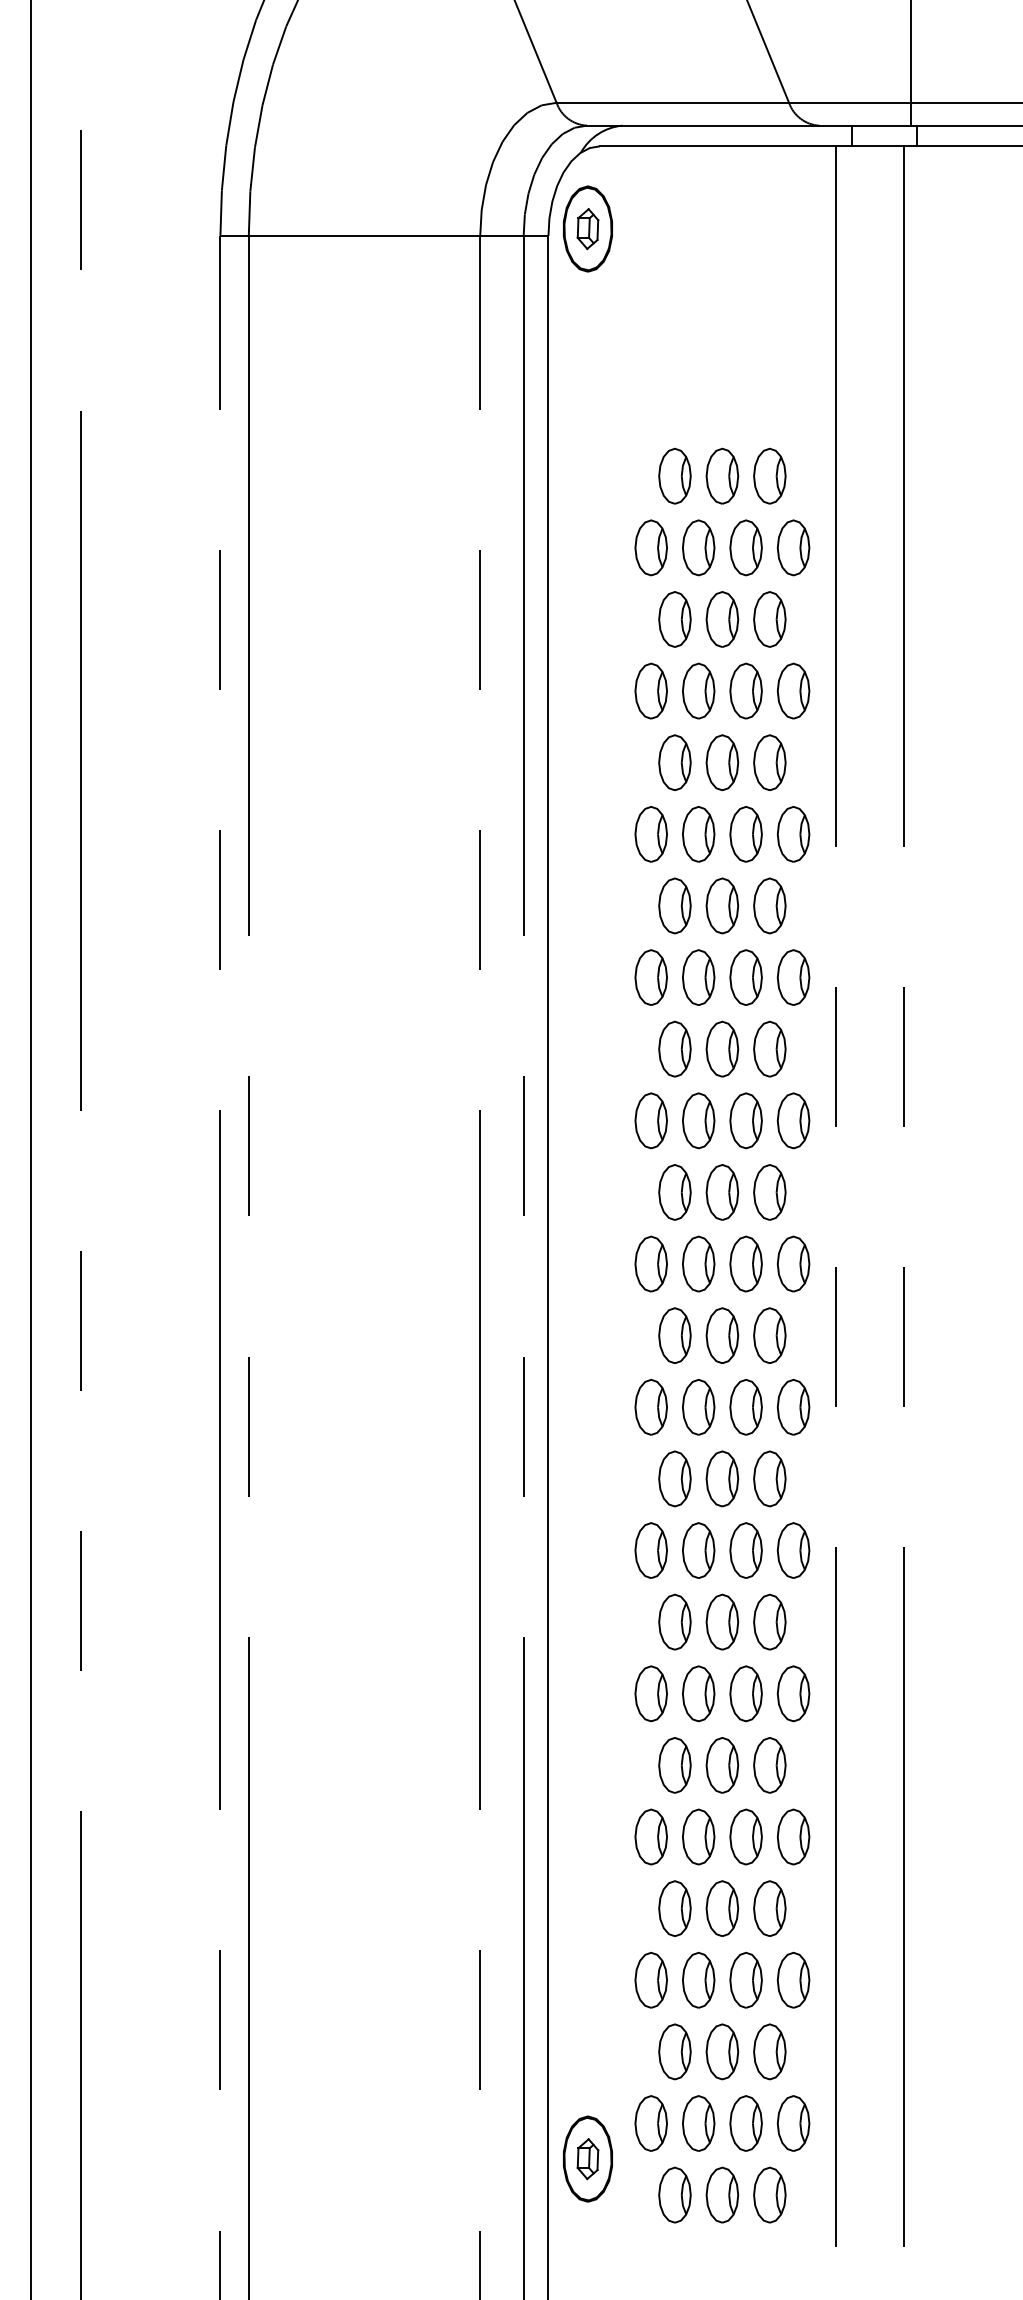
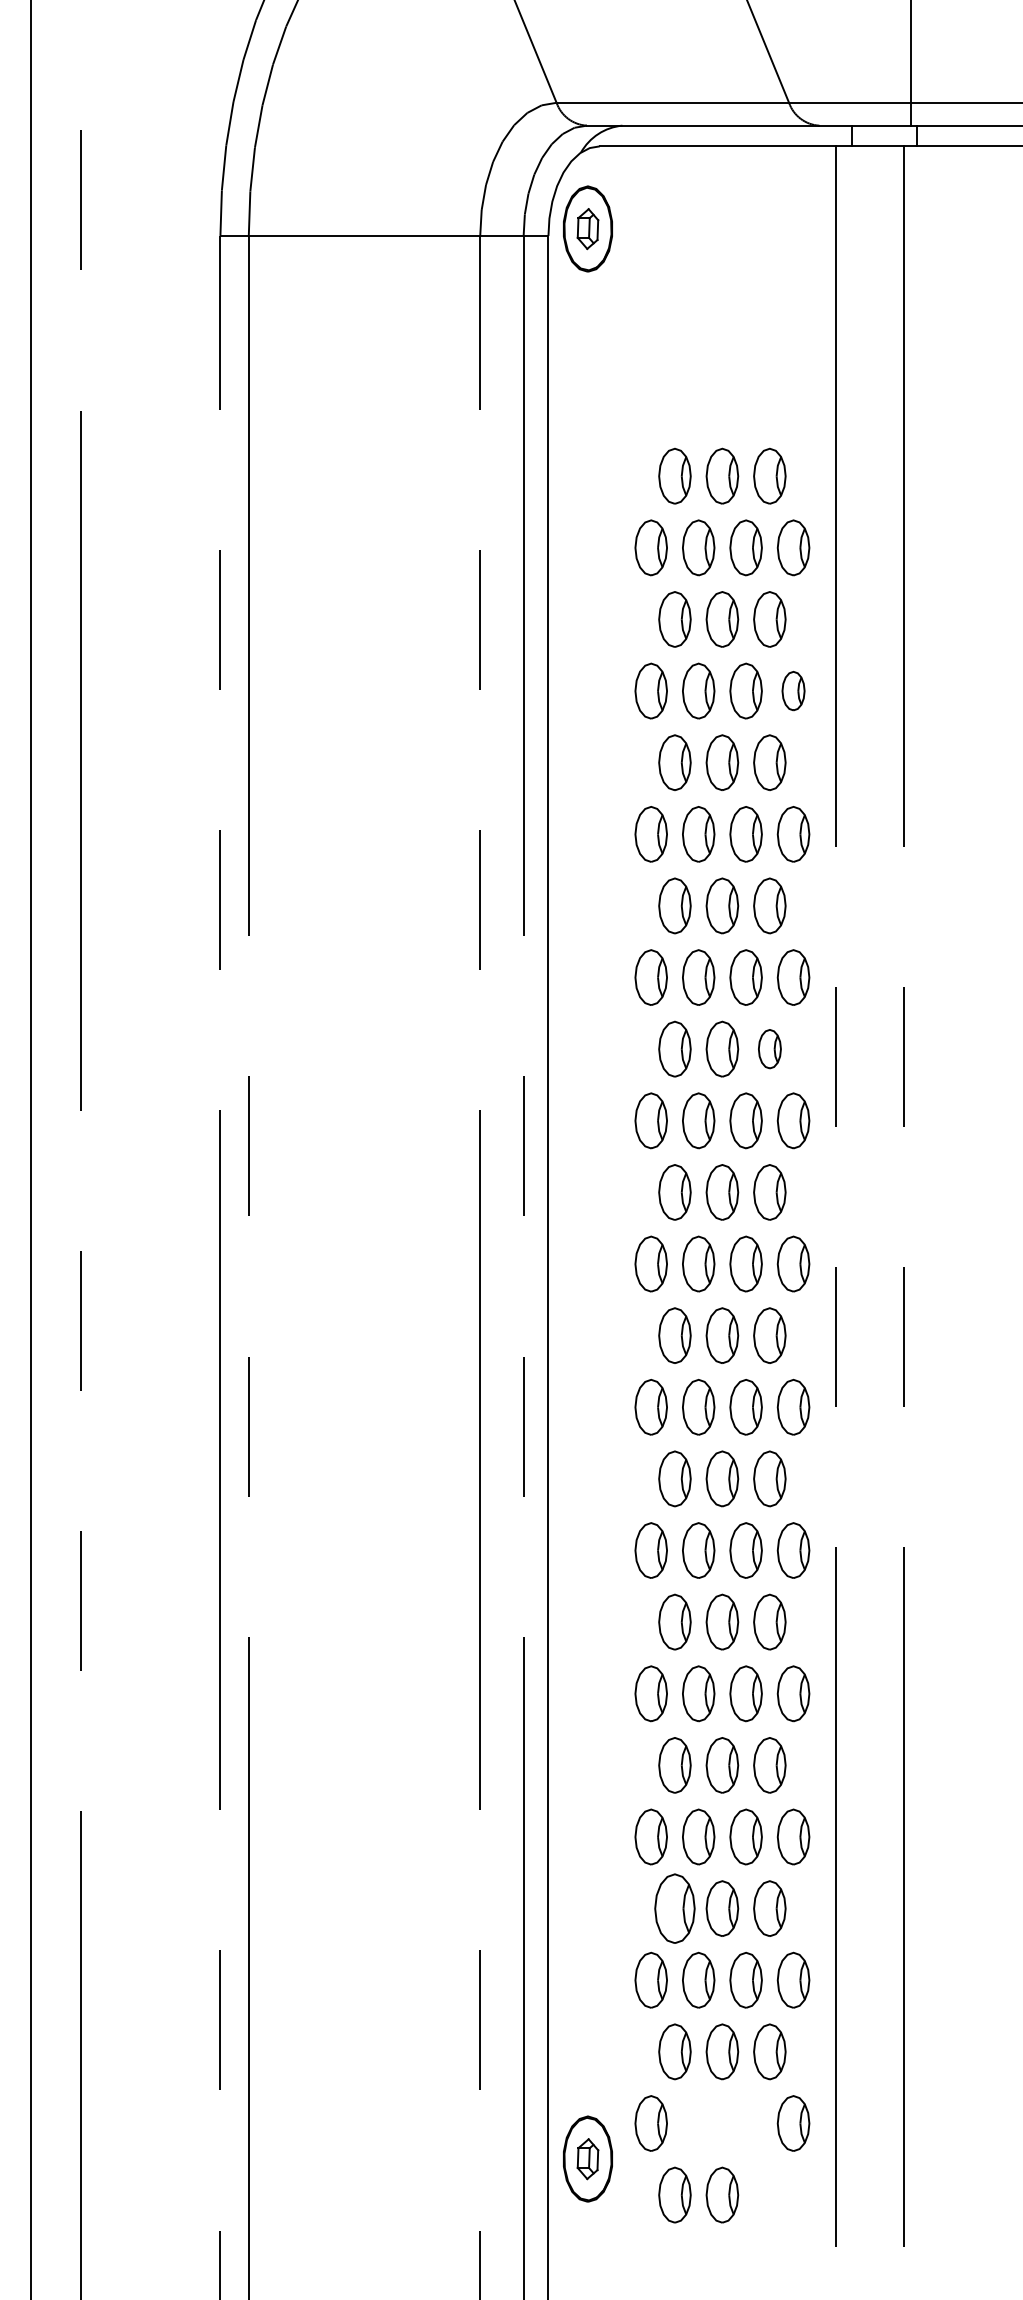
part at (793, 690) size: 35x58 px -> 25x41 px
part at (769, 1048) size: 34x58 px -> 24x41 px
part at (674, 1908) size: 34x57 px -> 42x71 px
part at (698, 2123): present -> none
part at (745, 2123): present -> none
part at (769, 2194): present -> none
